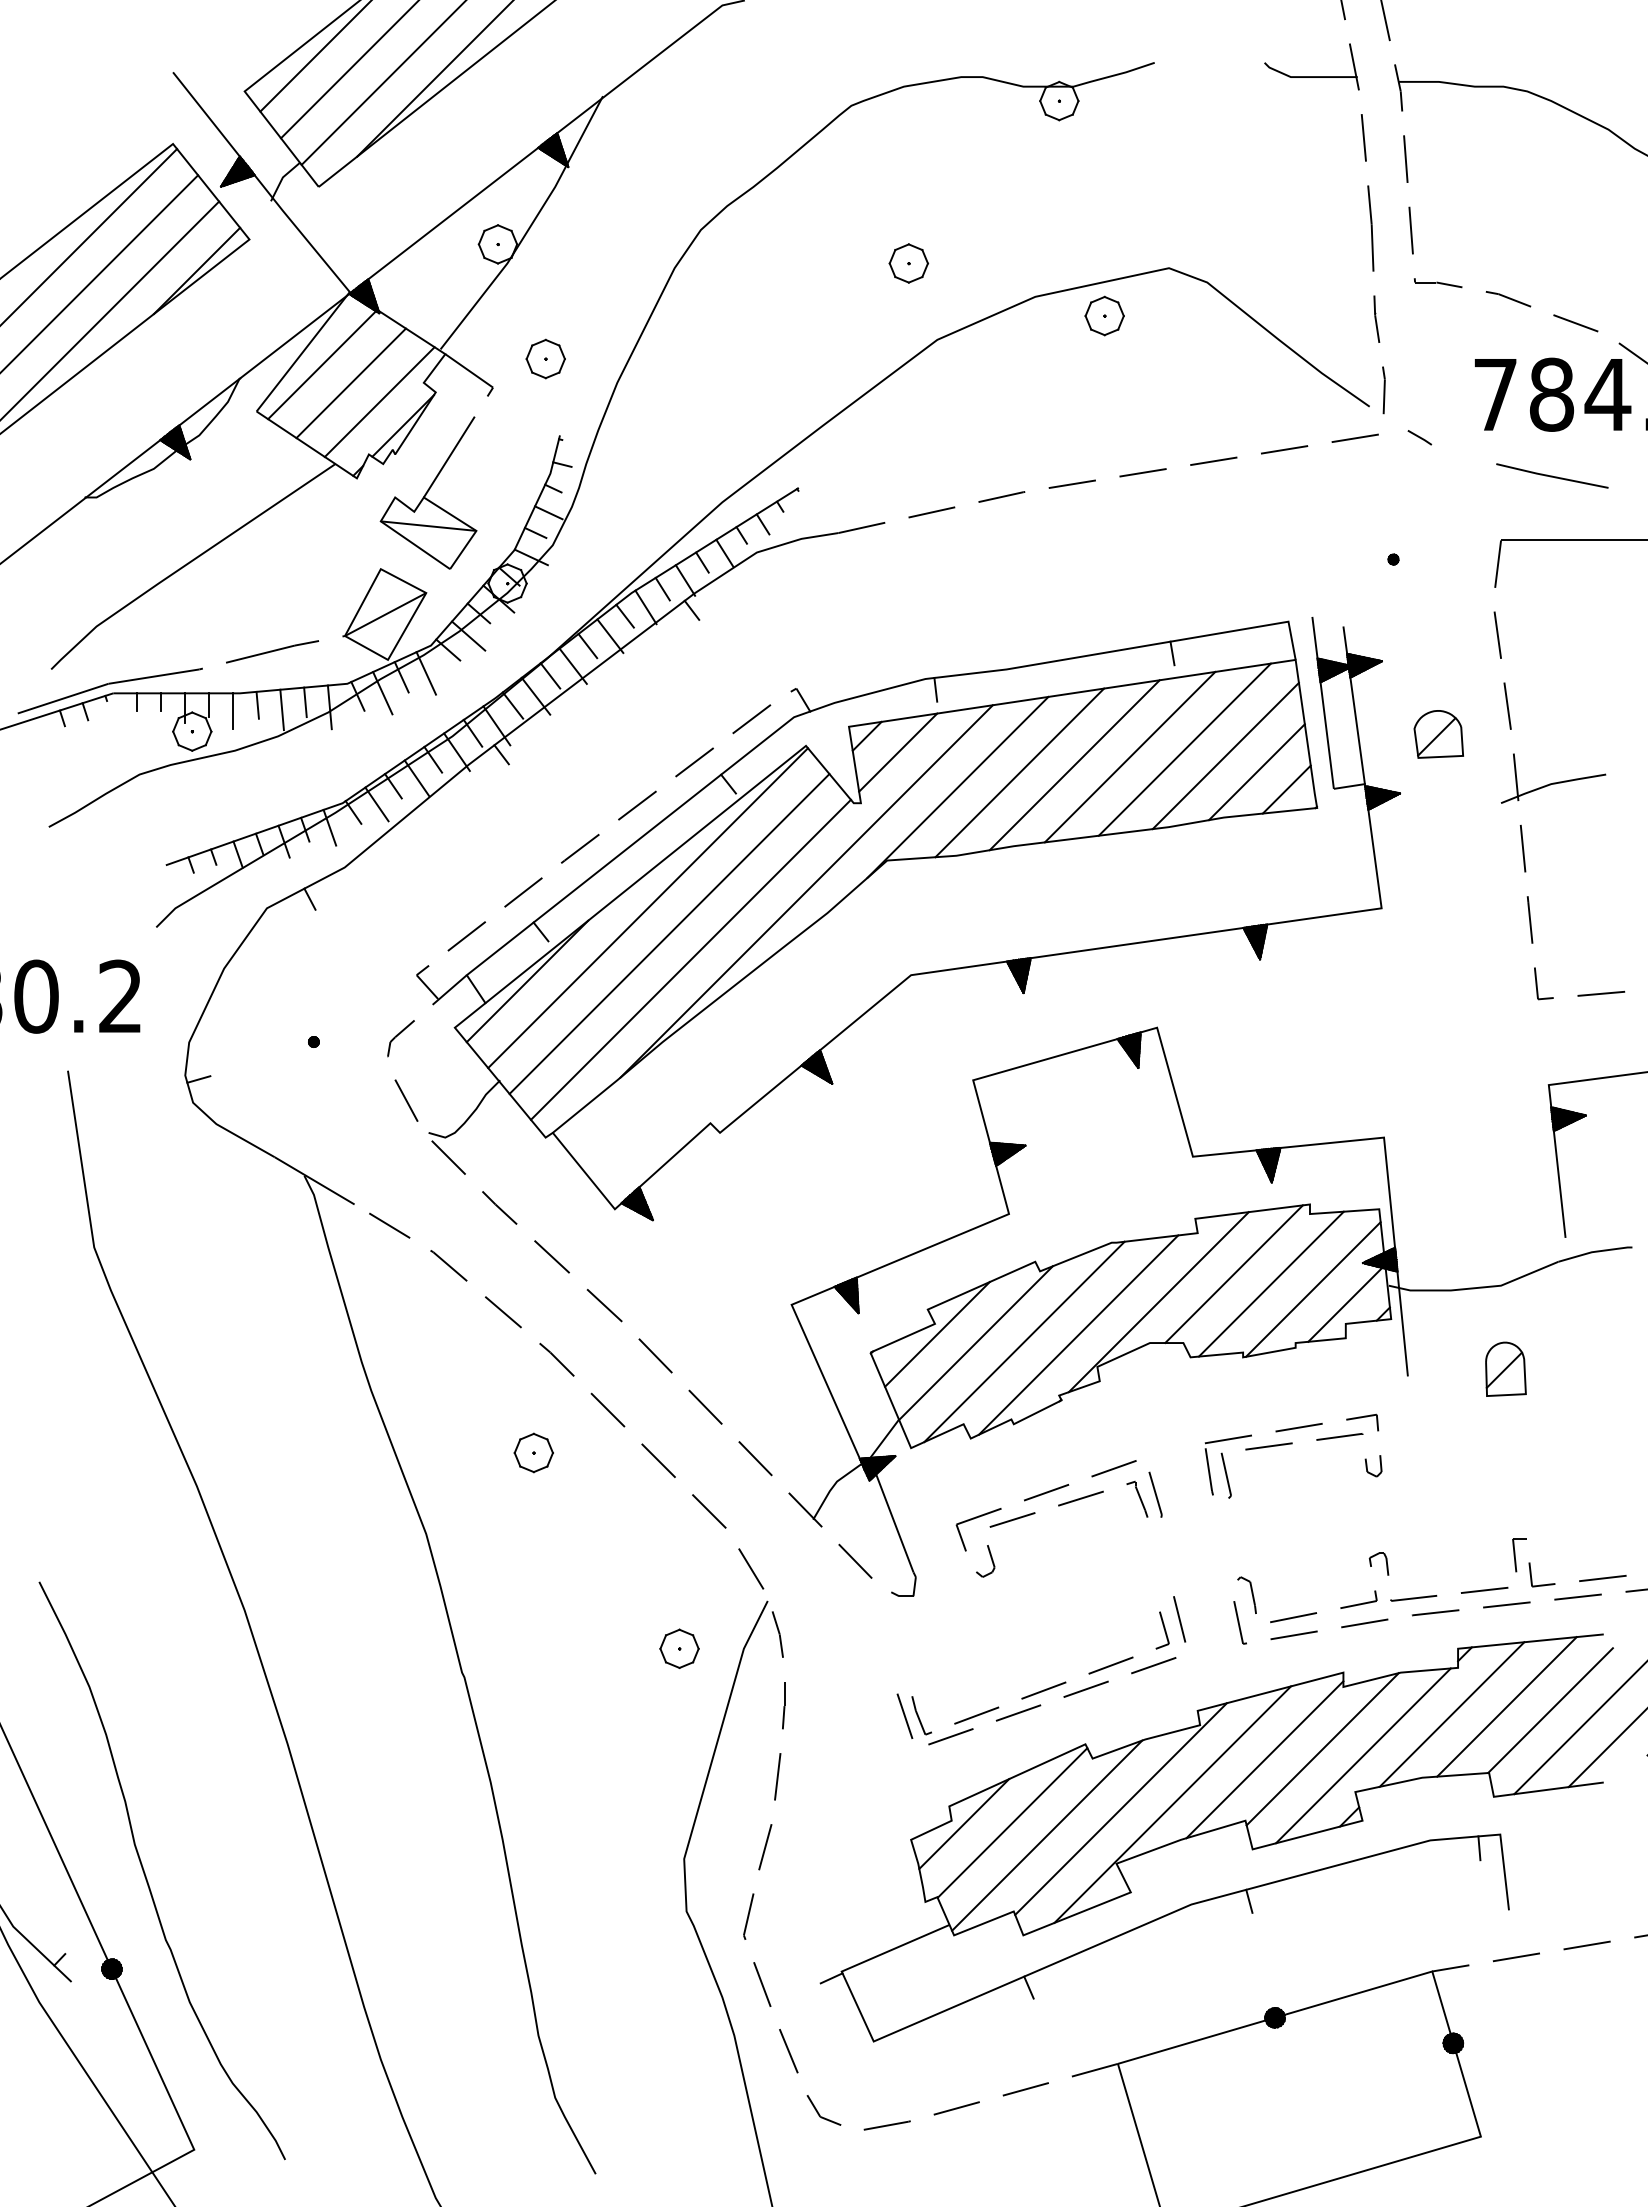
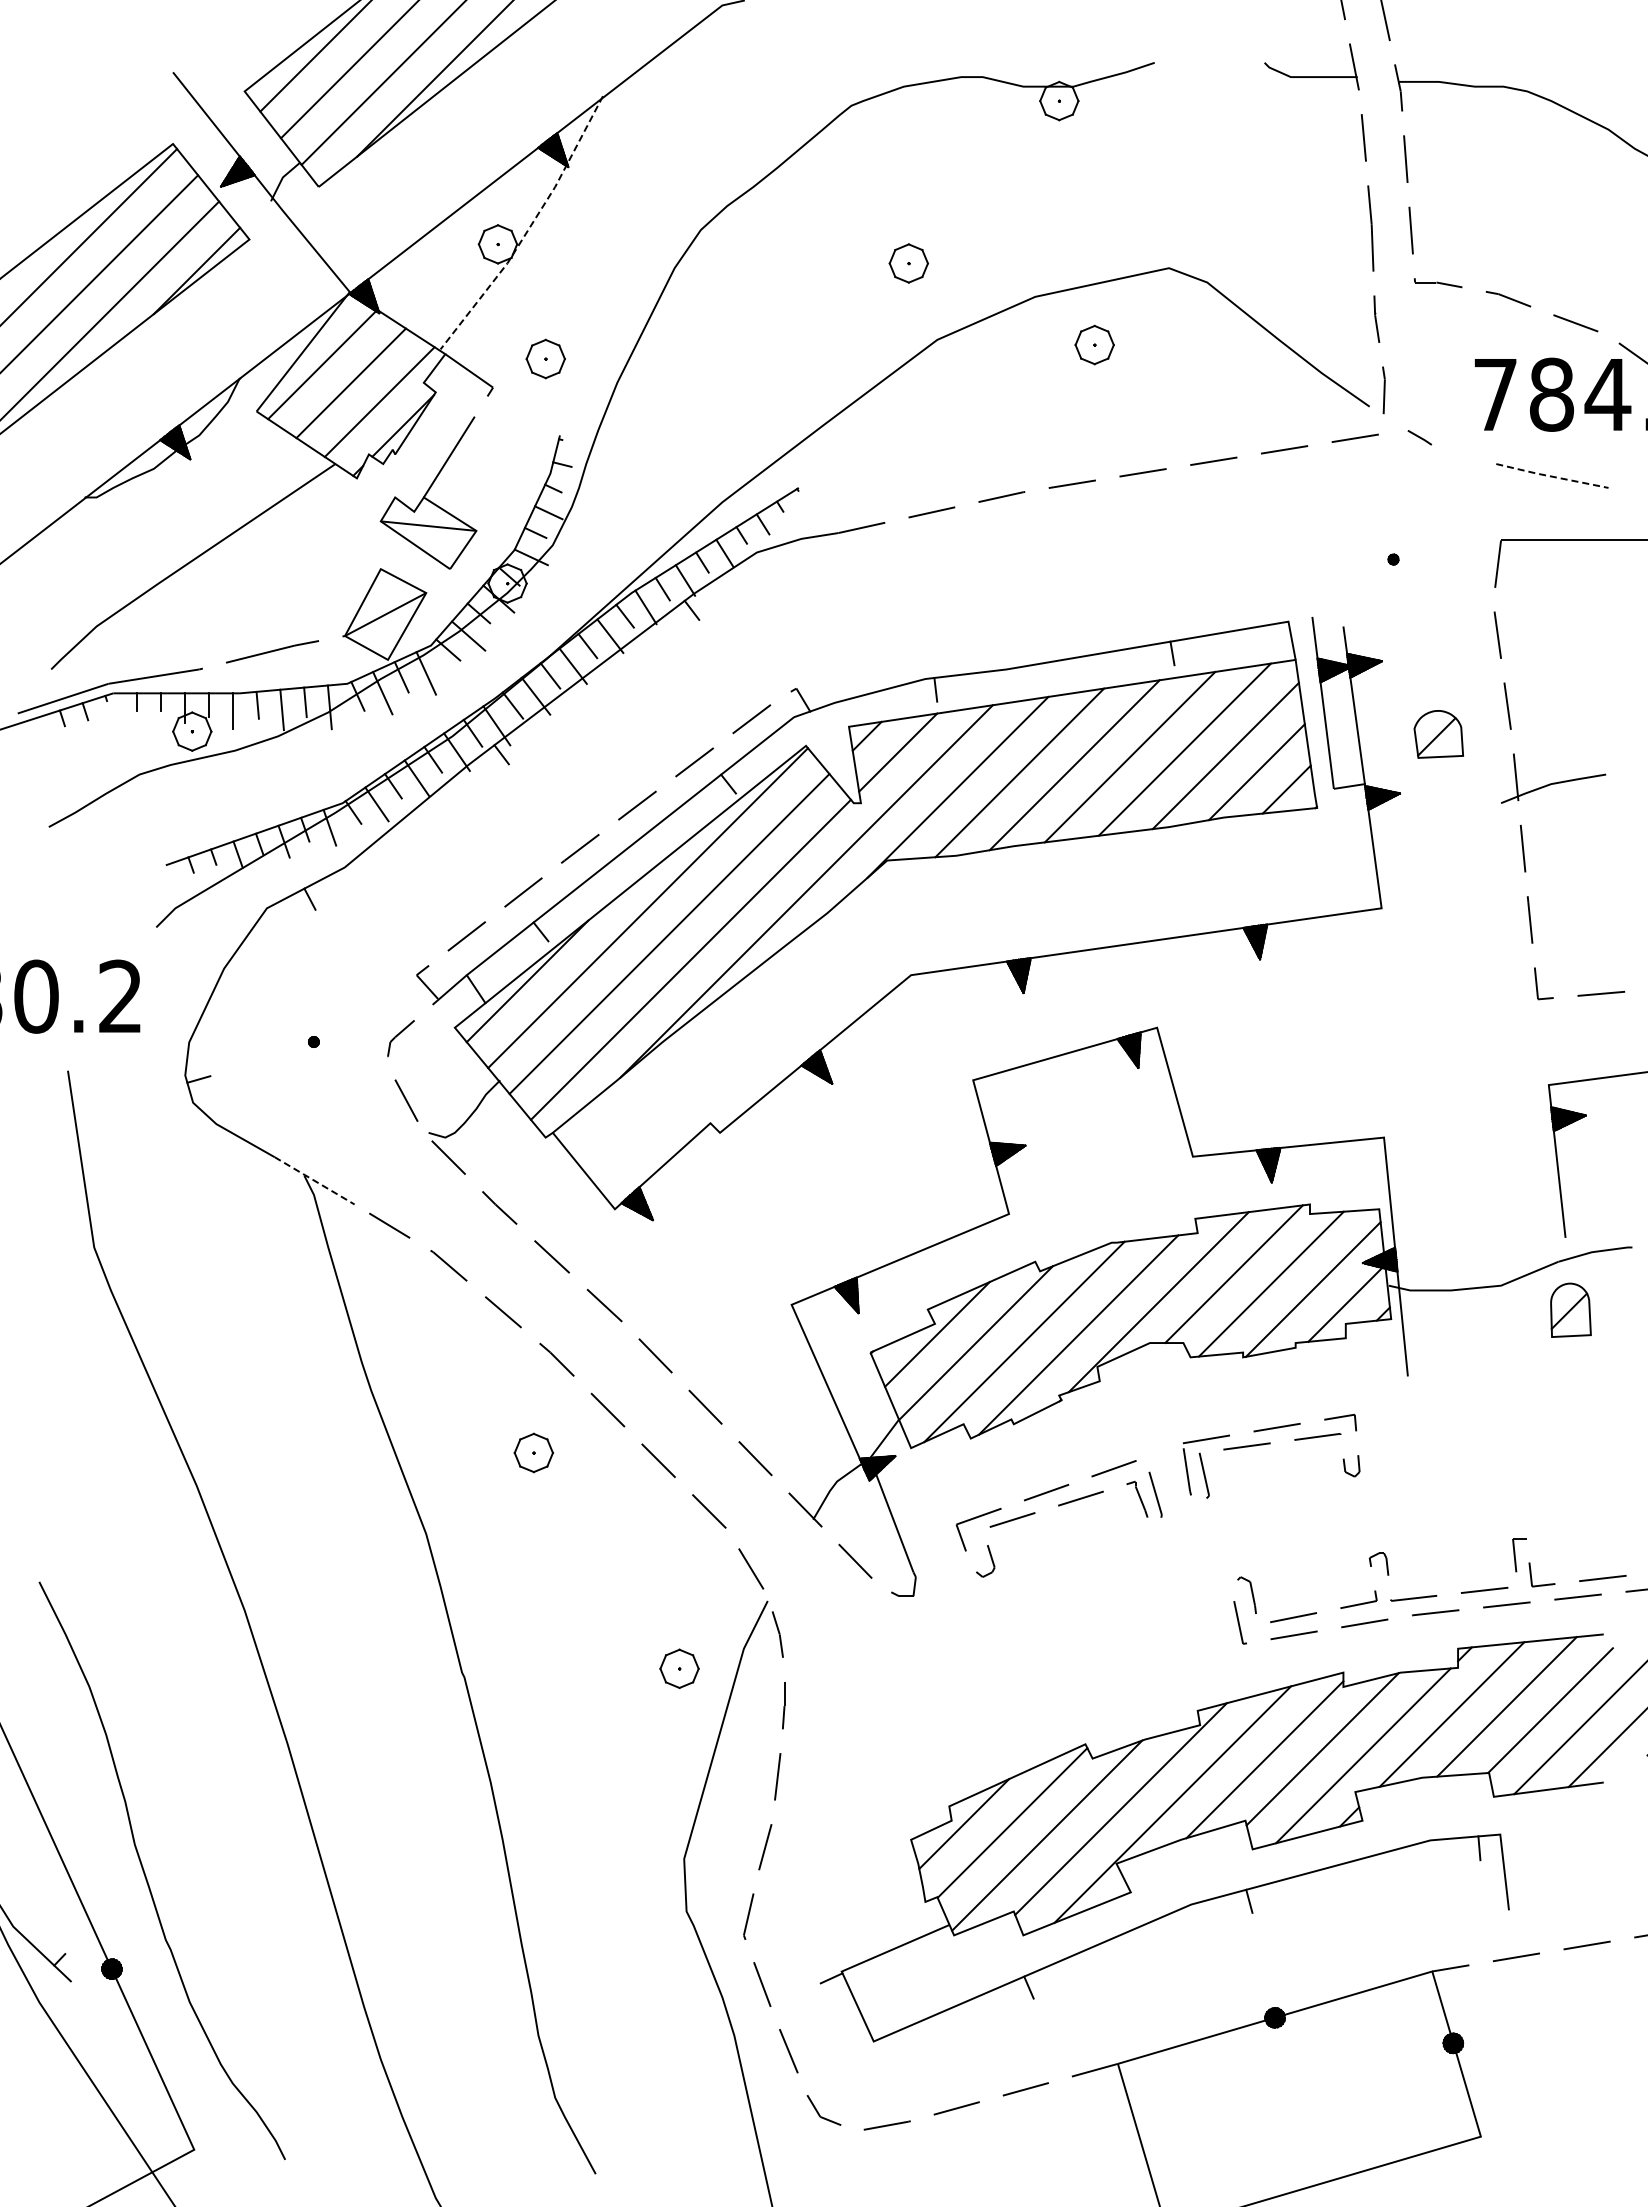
line at (529, 228): solid -> dashed
part at (1104, 315) position: (1104, 315) -> (1094, 344)
line at (1552, 476): solid -> dashed
line at (315, 1181): solid -> dashed
part at (1505, 1368) position: (1505, 1368) -> (1570, 1309)
part at (1292, 1444) position: (1292, 1444) -> (1270, 1444)
part at (679, 1648) position: (679, 1648) -> (679, 1668)
part at (1048, 1687): present -> none
